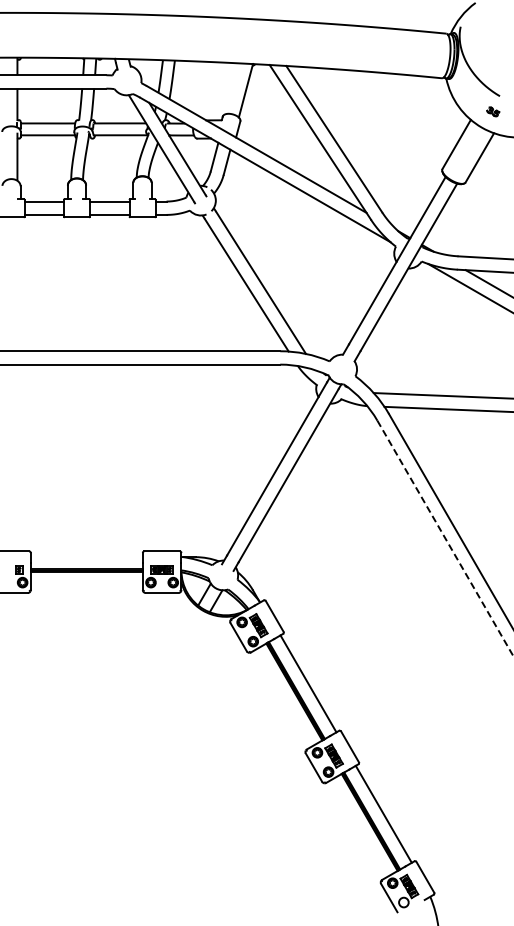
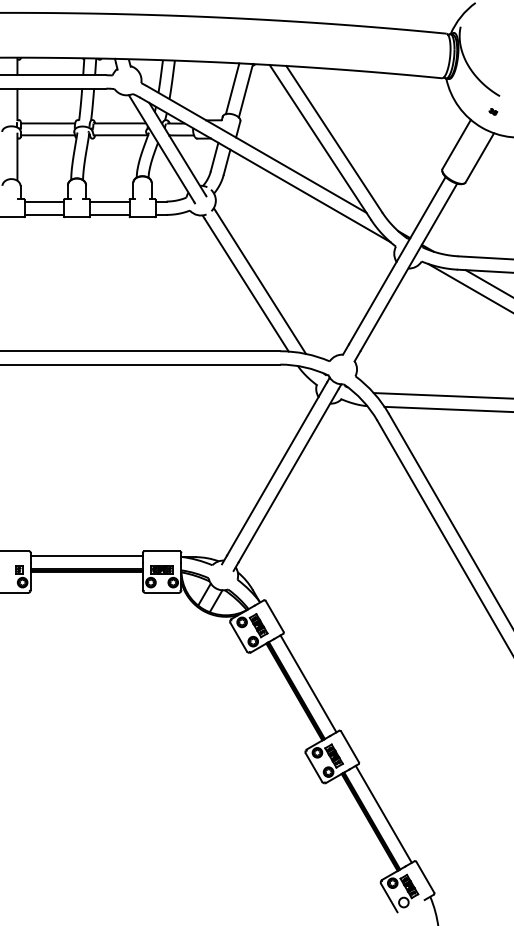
line at (232, 88): none -> present
part at (493, 111) size: 15x12 px -> 11x8 px
line at (445, 539): dashed -> solid
line at (86, 555): none -> present
